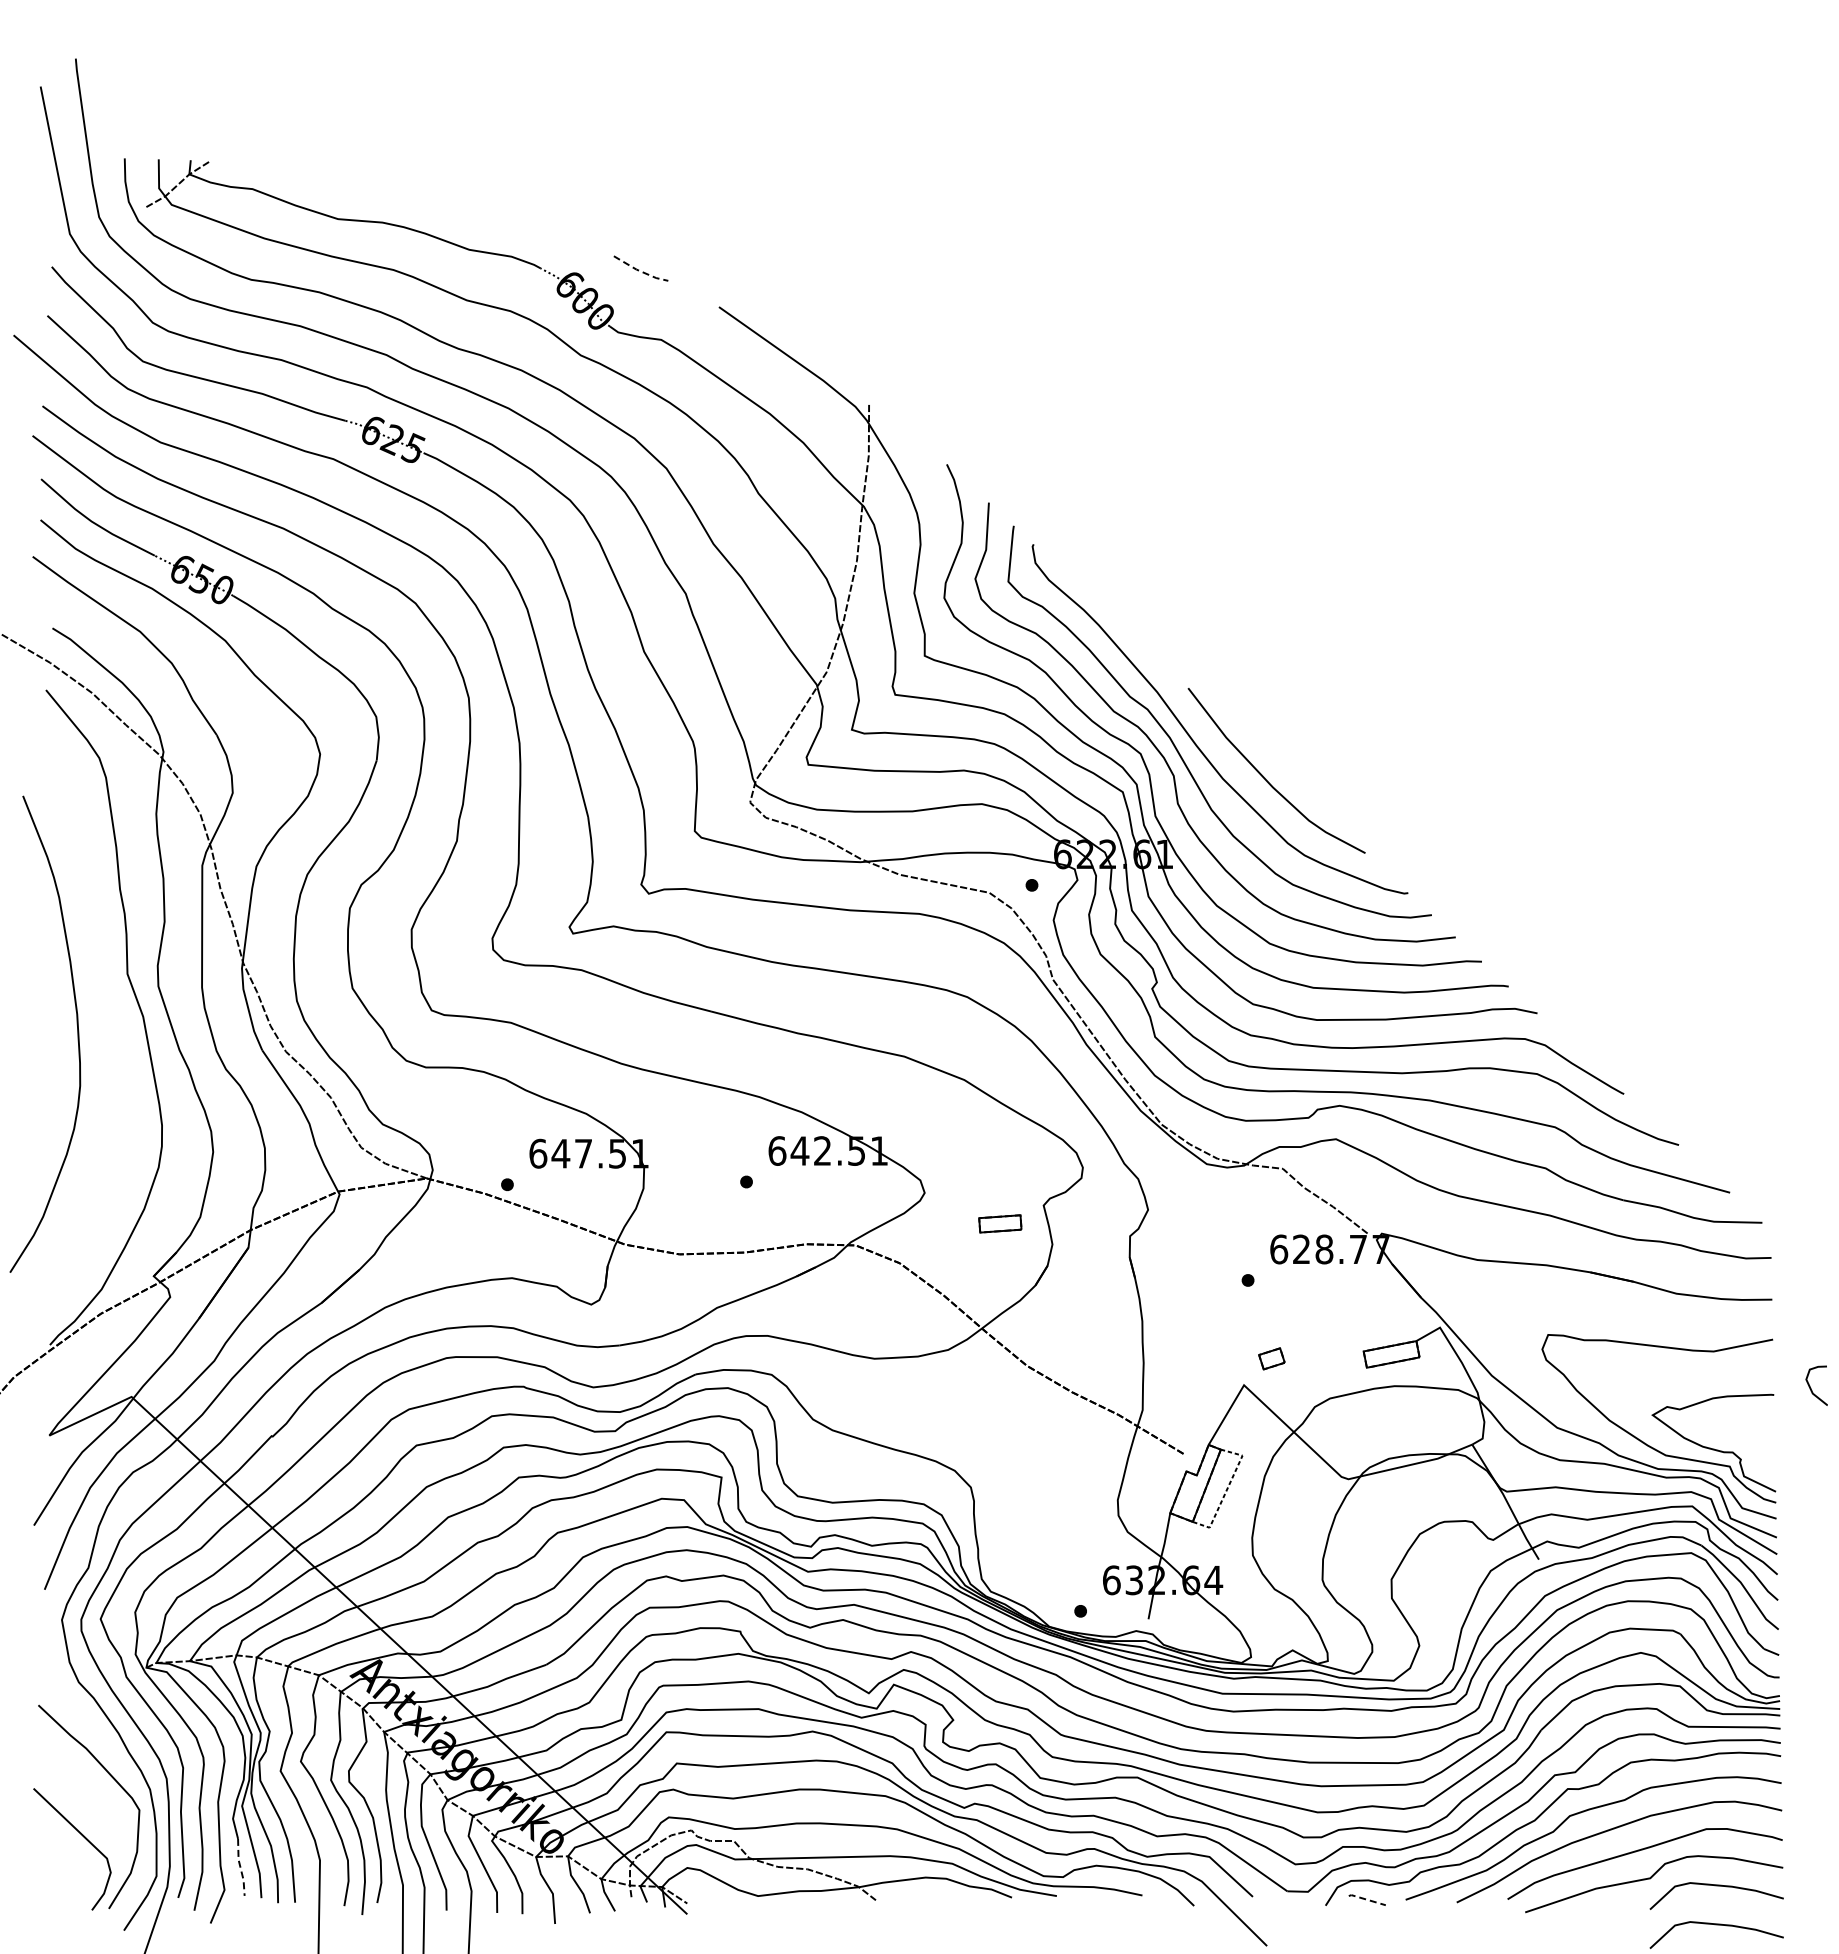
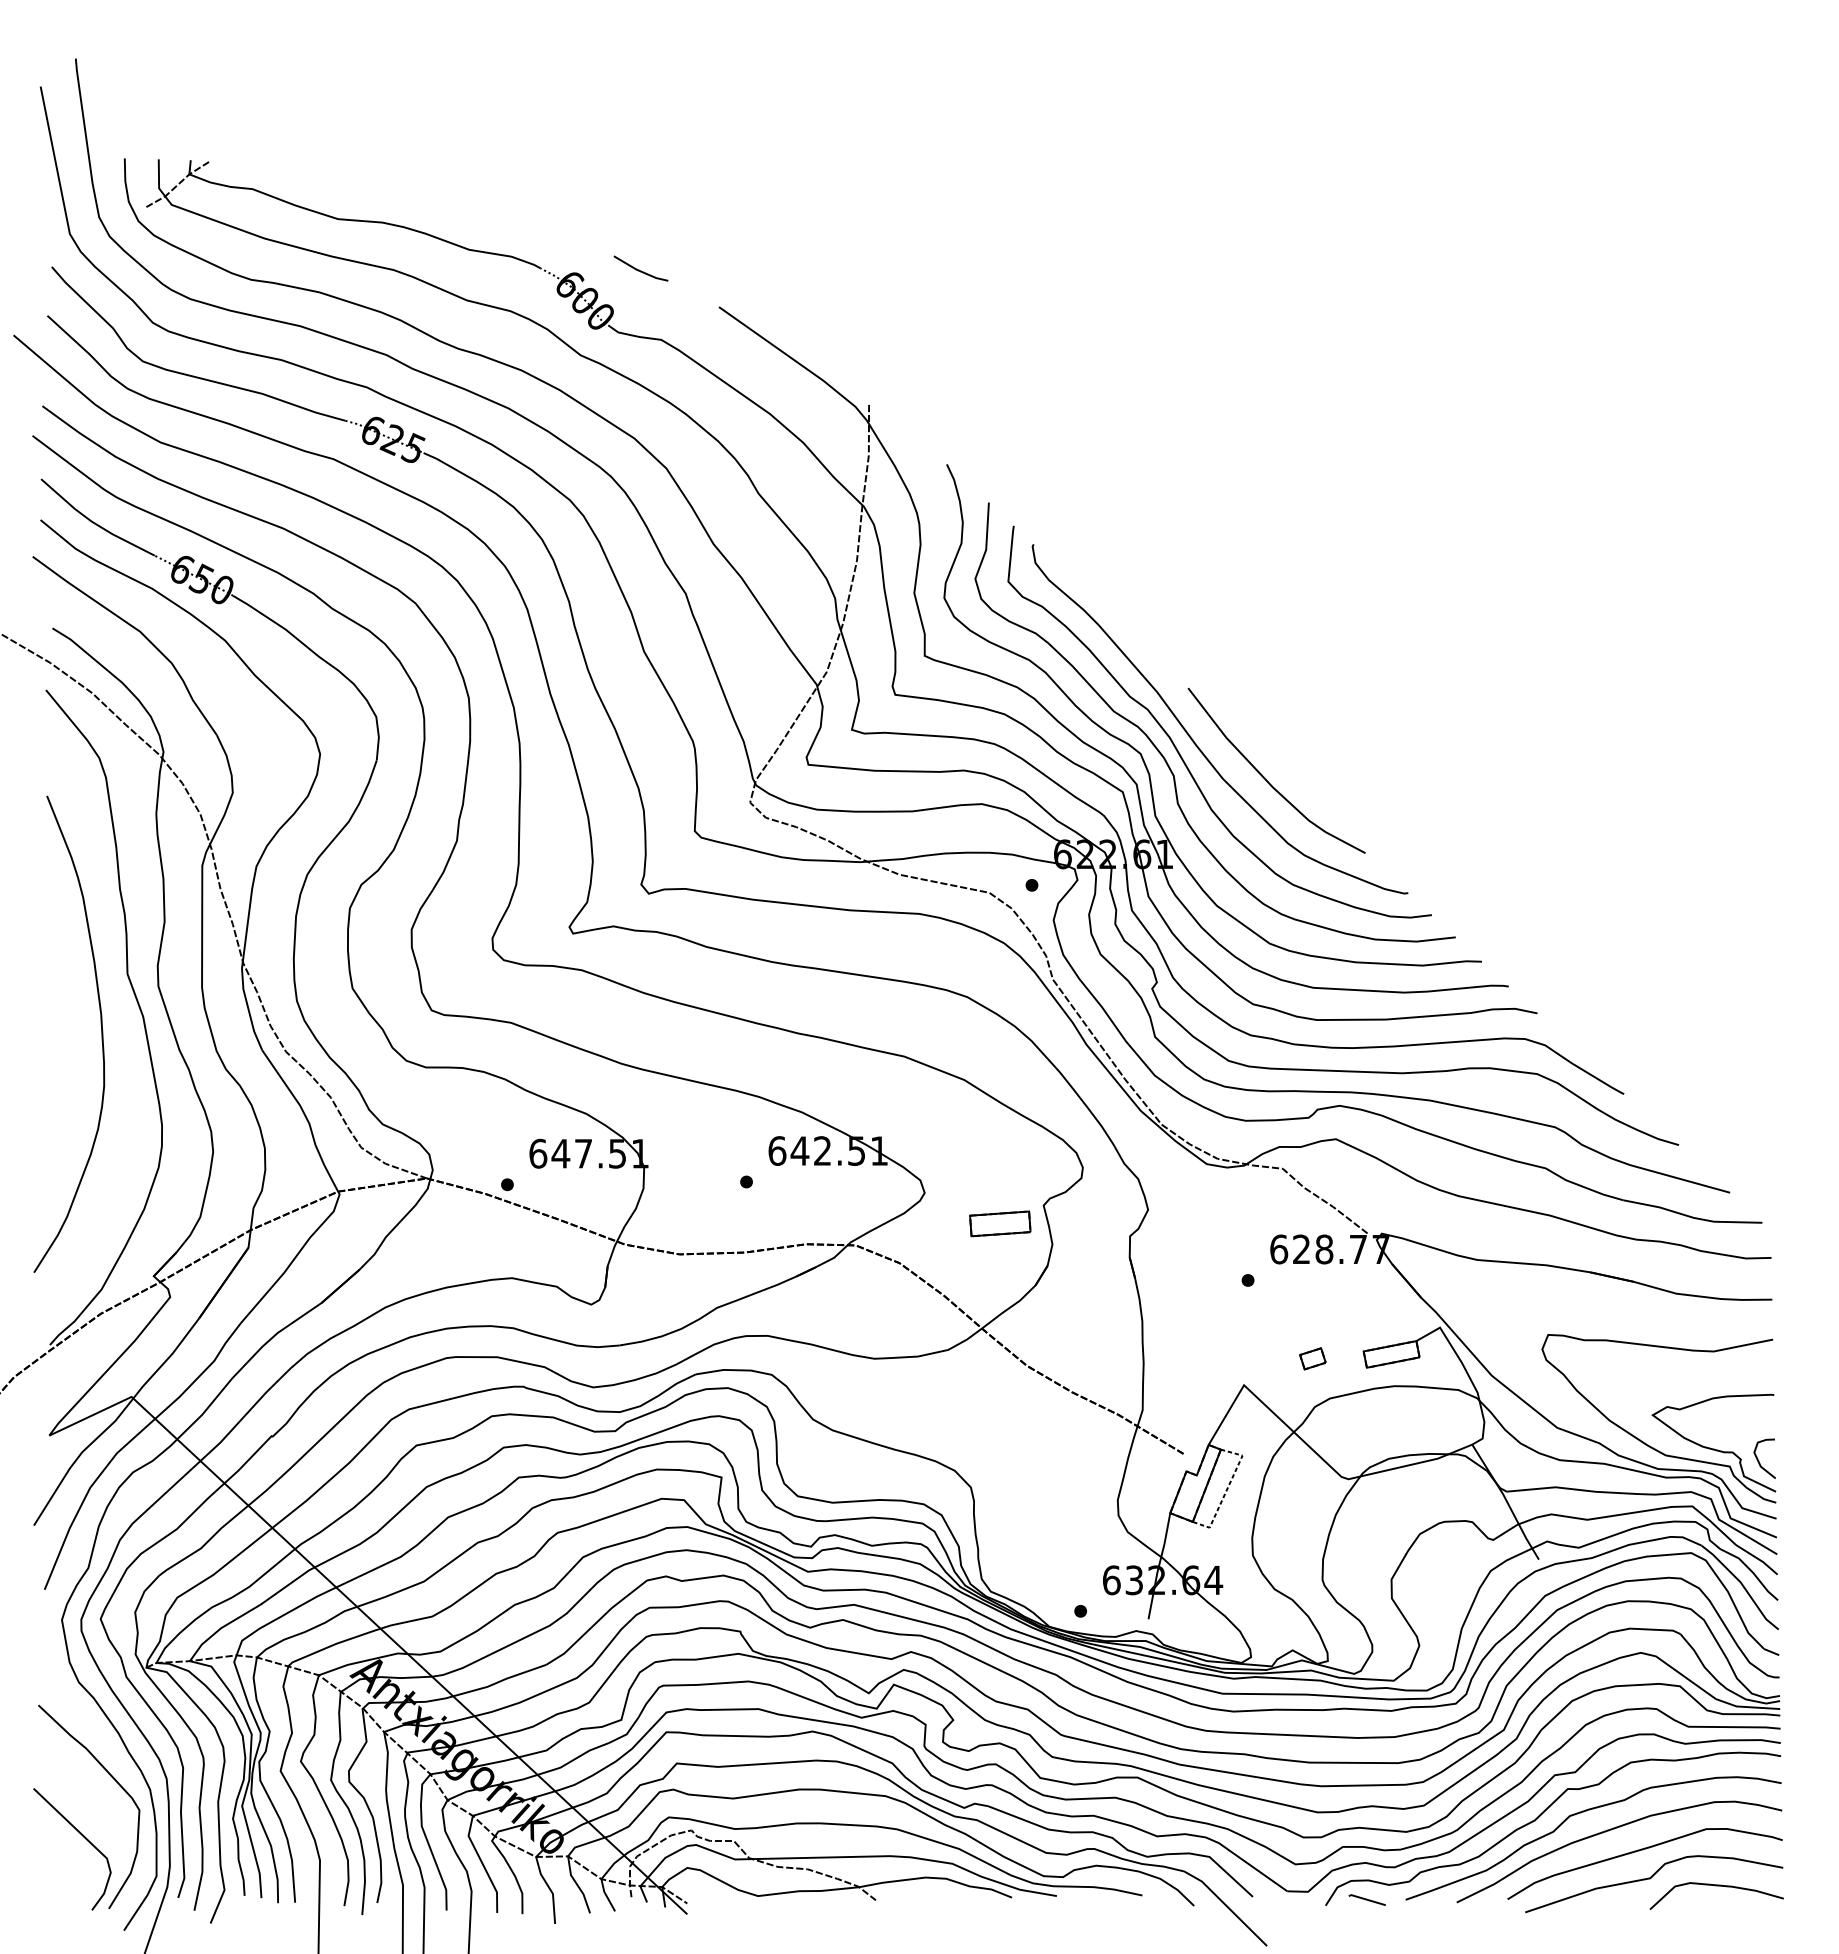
line at (640, 271): dashed -> solid
curve at (77, 1033) position: (77, 1033) -> (101, 1033)
part at (1000, 1223) size: 45x20 px -> 63x28 px
part at (1271, 1358) position: (1271, 1358) -> (1312, 1358)
curve at (1811, 1388) position: (1811, 1388) -> (1759, 1461)
line at (240, 1868): dashed -> solid
line at (1366, 1899): dashed -> solid
curve at (1716, 1925): present -> none
